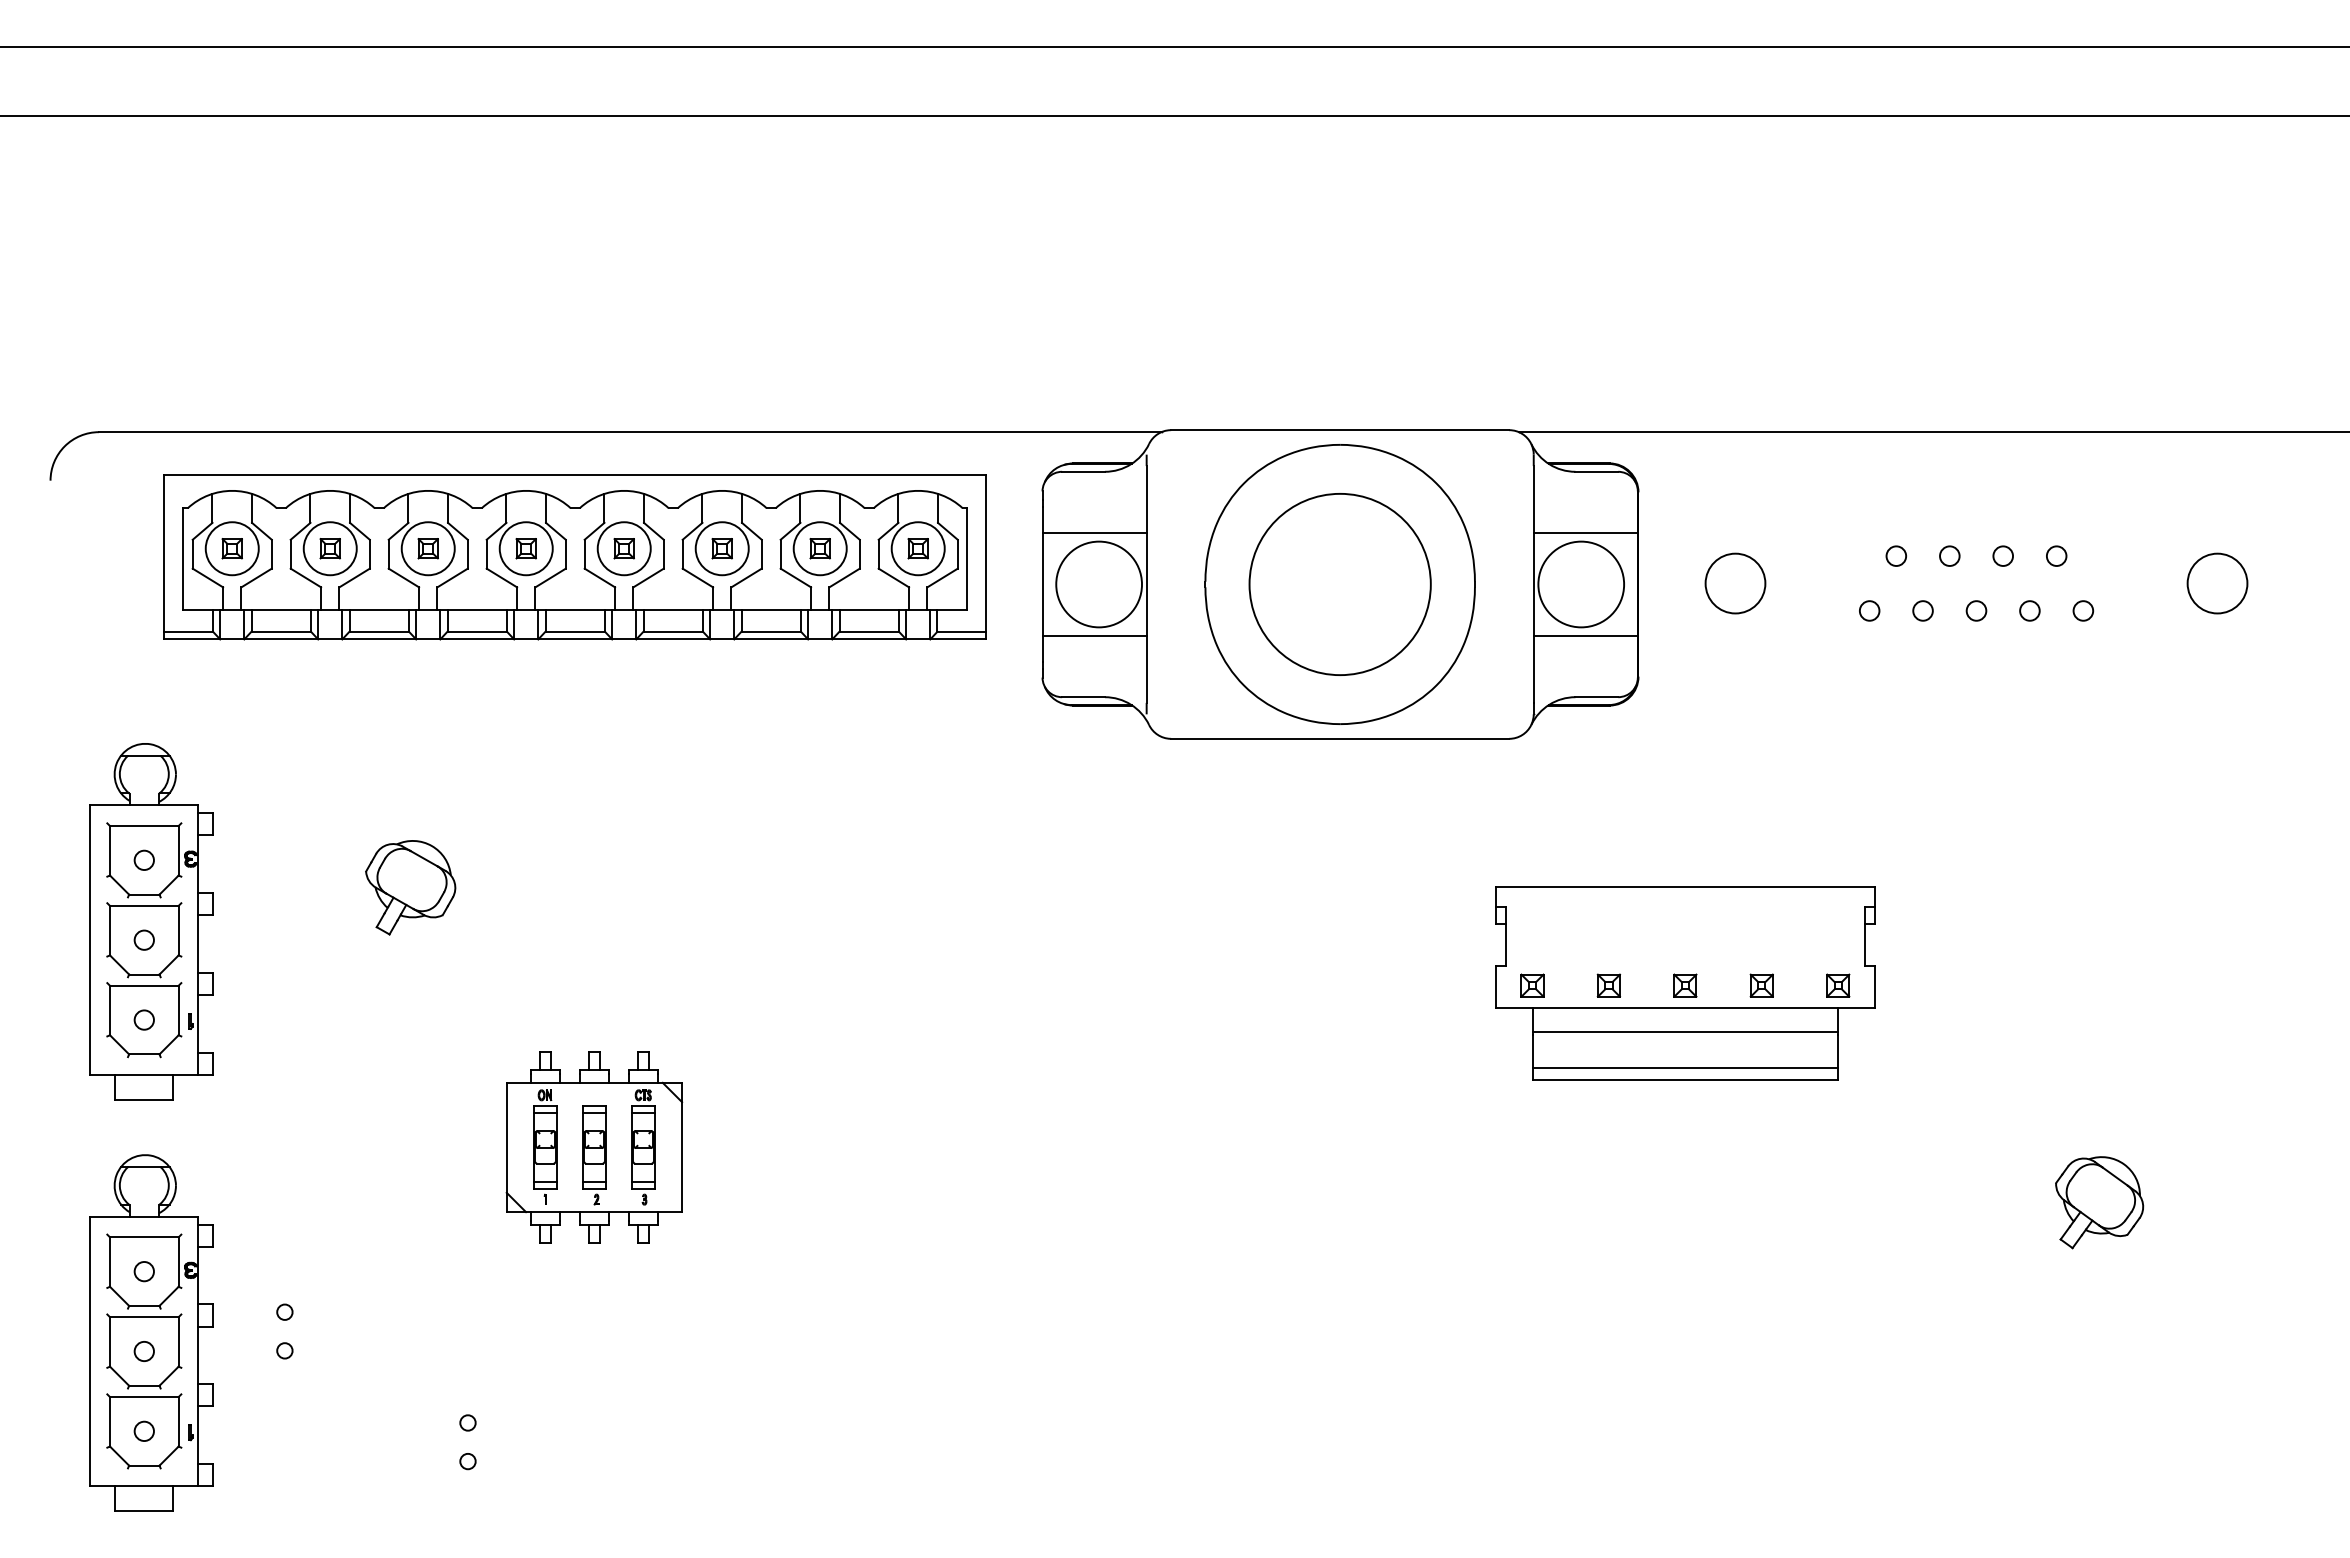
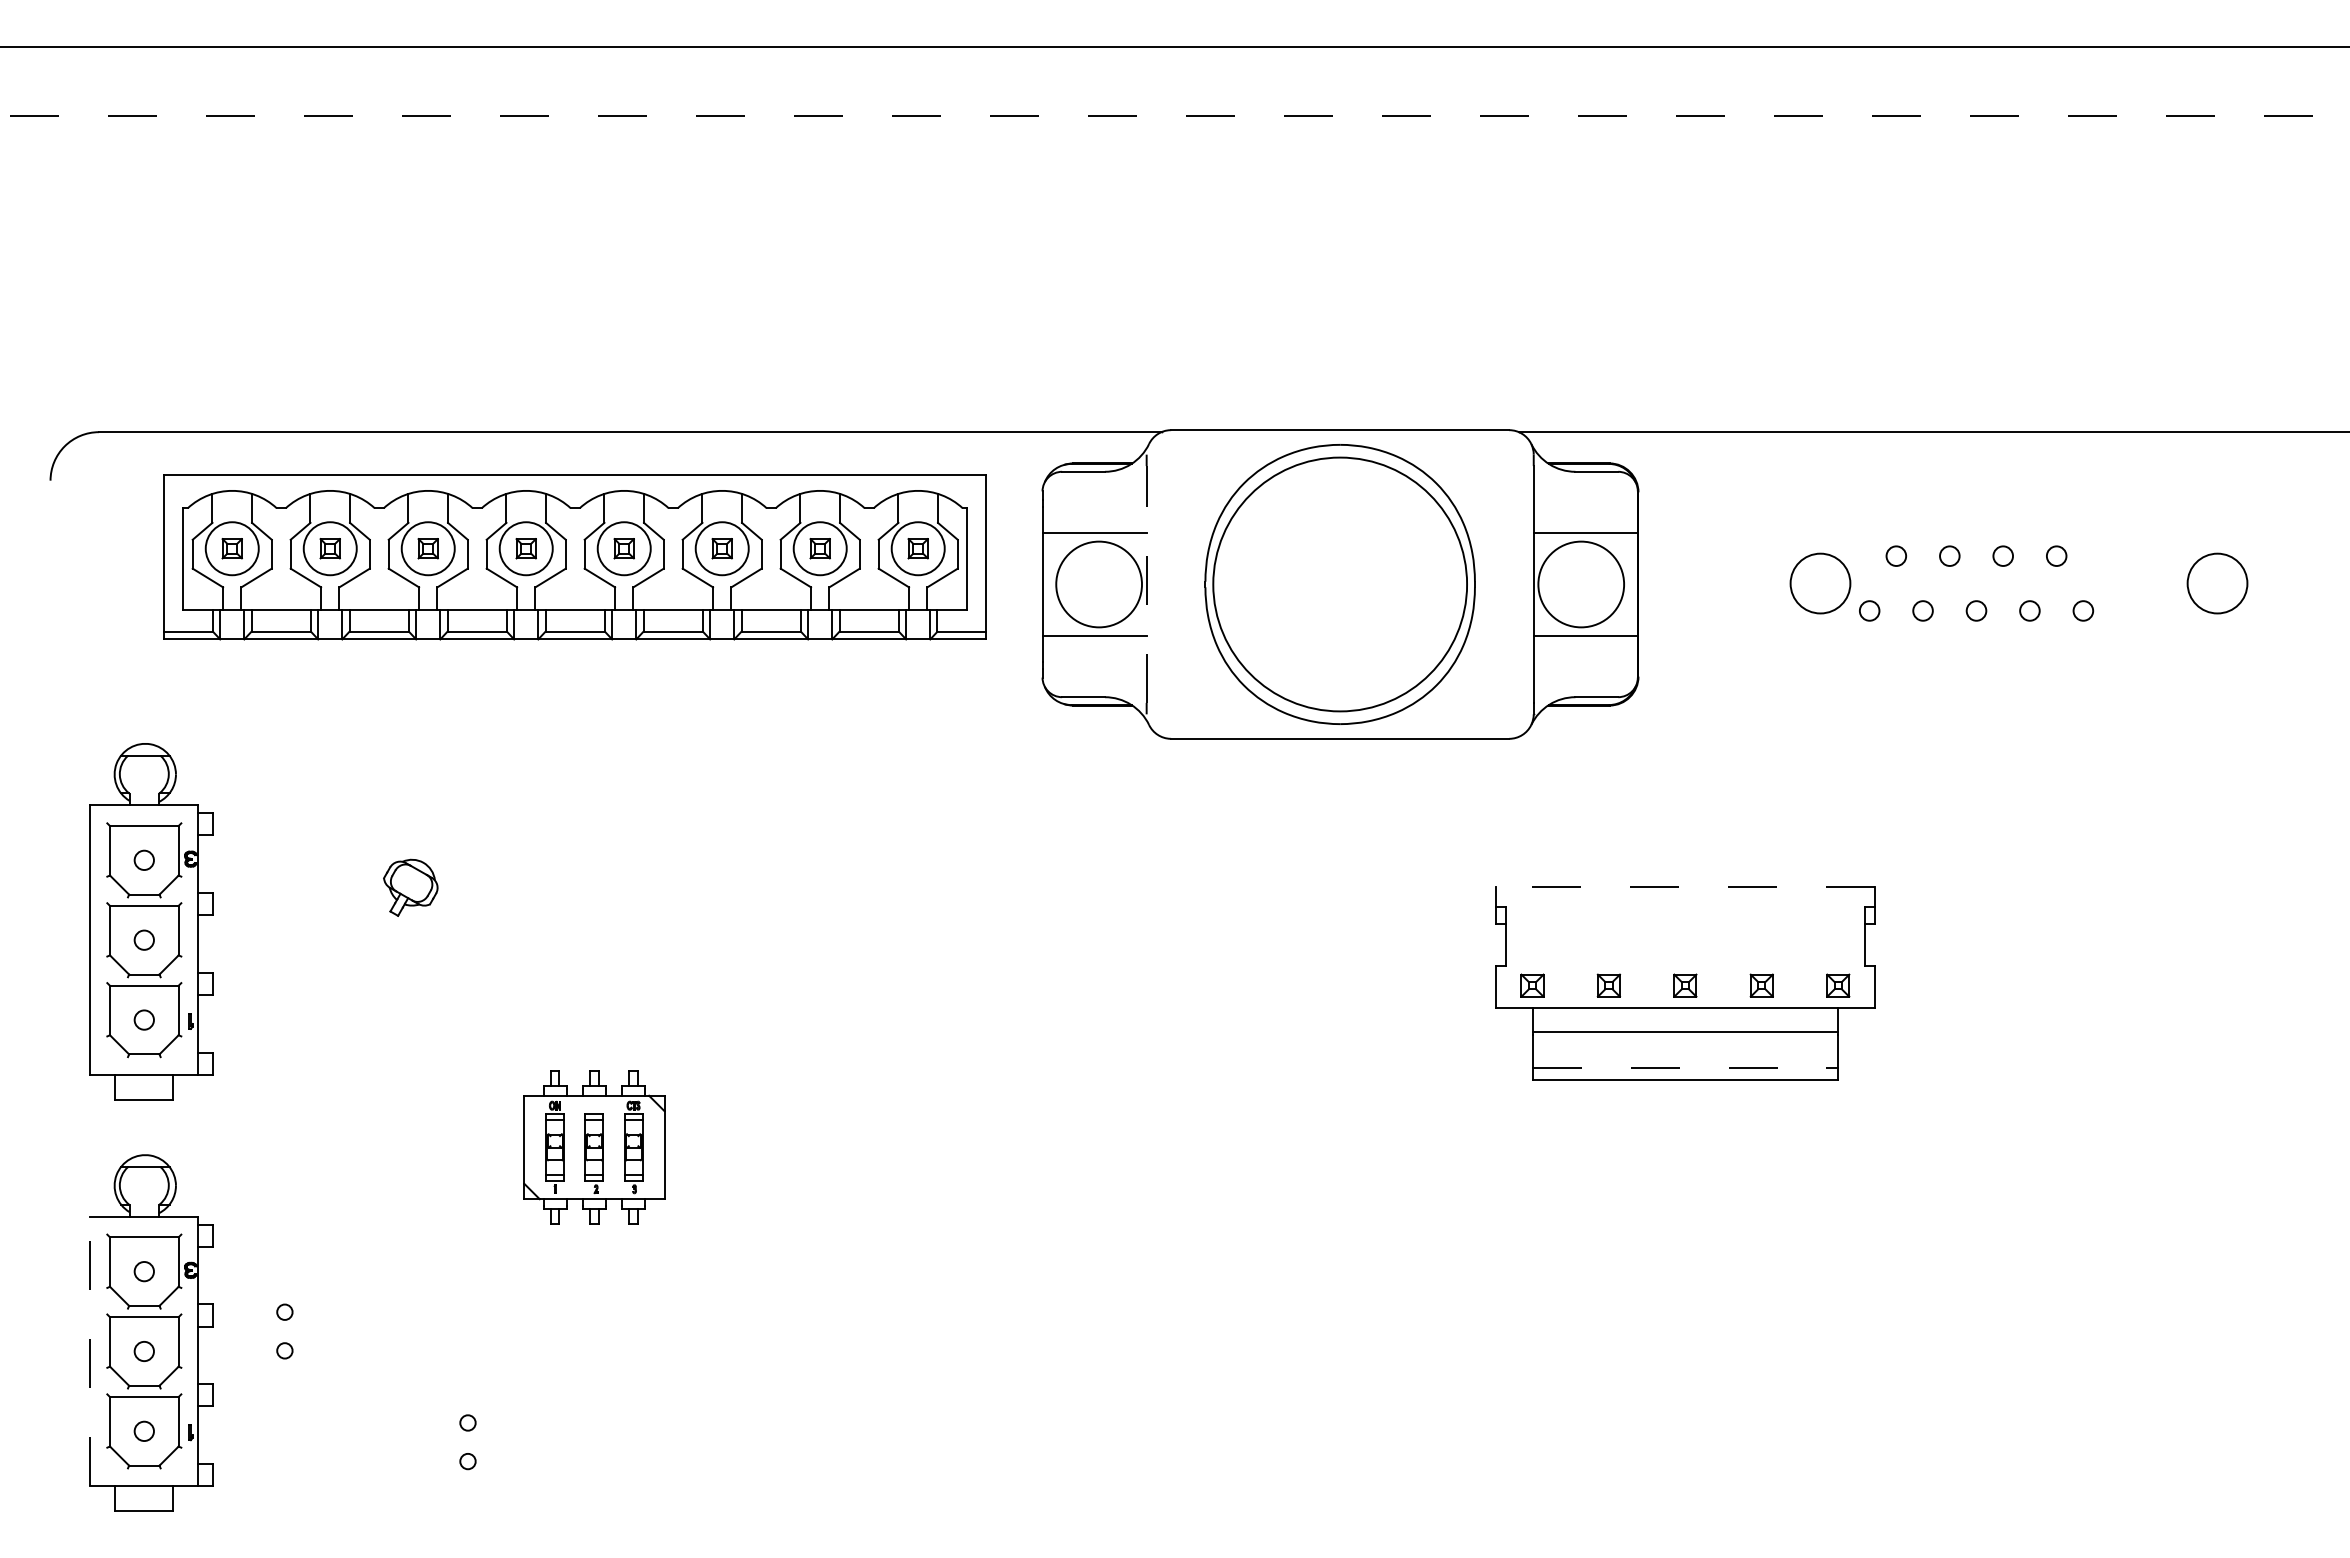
line at (1176, 115): solid -> dashed
line at (1146, 583): solid -> dashed
circle at (1735, 583) position: (1735, 583) -> (1820, 583)
circle at (1339, 584) diameter: 181 px -> 254 px
part at (410, 887) size: 92x96 px -> 56x59 px
line at (1685, 887): solid -> dashed
line at (1685, 1068): solid -> dashed
part at (594, 1147) size: 179x193 px -> 143x155 px
part at (2099, 1202): present -> none
line at (90, 1351): solid -> dashed
